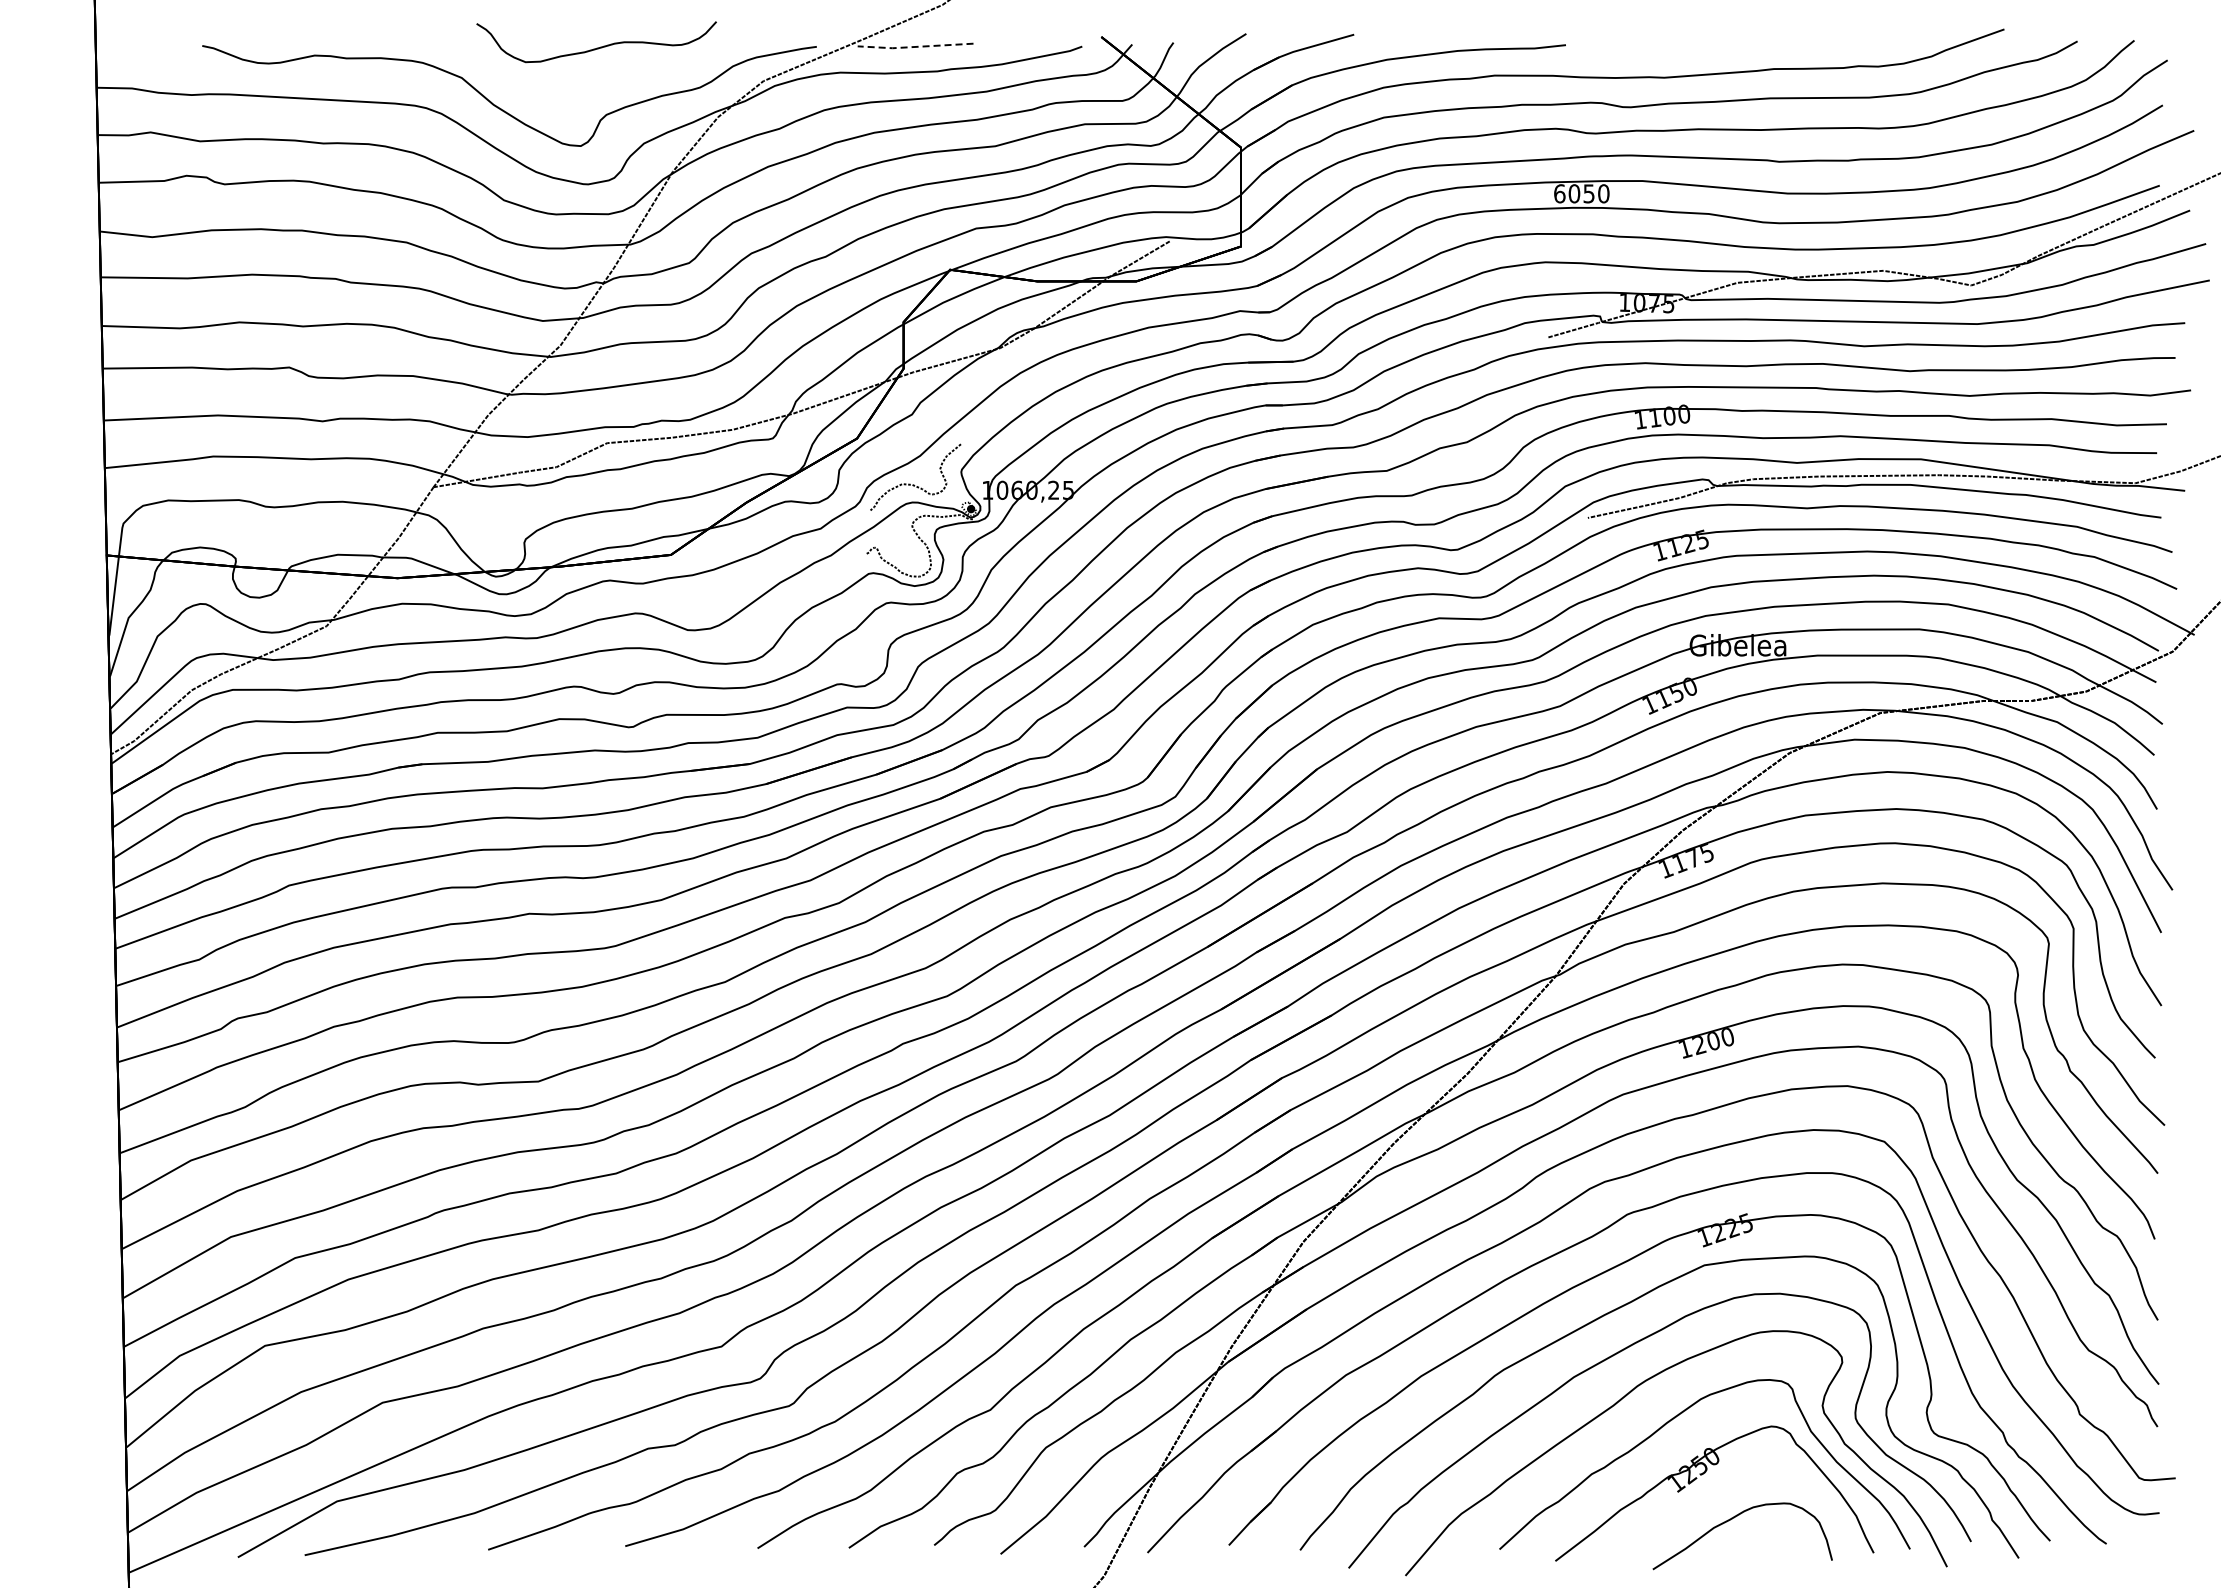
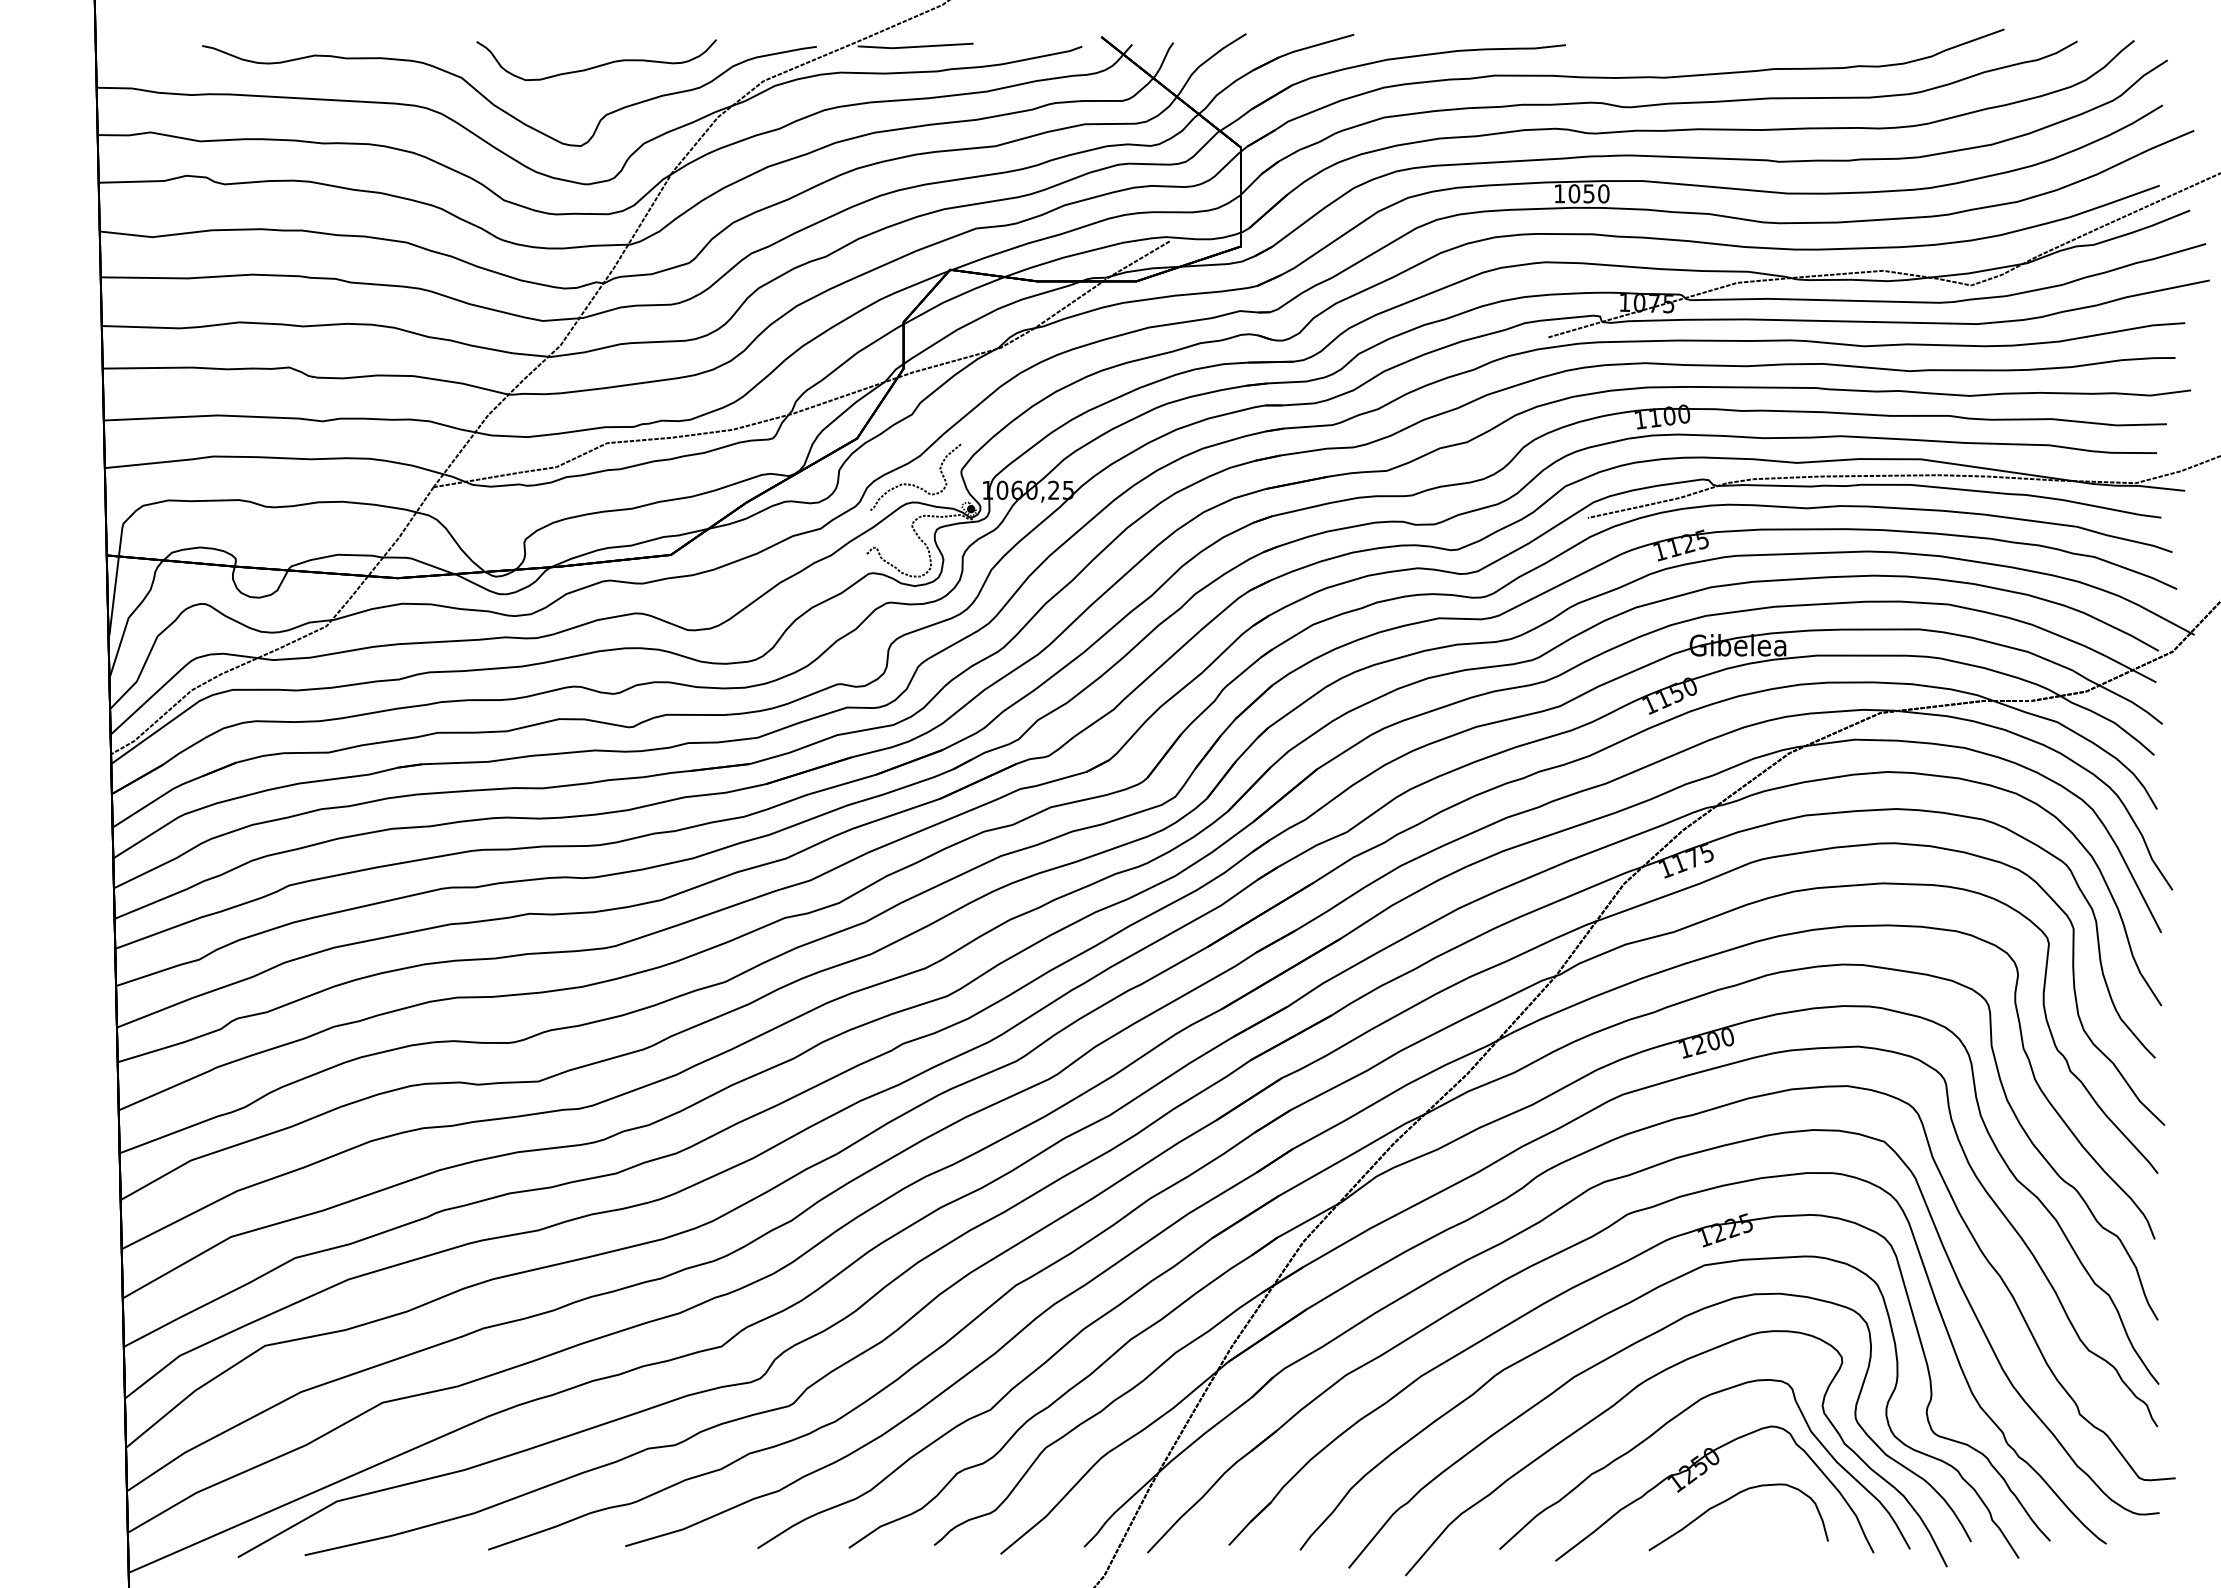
line at (915, 46): dashed -> solid
curve at (597, 47) position: (597, 47) -> (597, 65)
text at (1559, 193): 6050 -> 1050
curve at (1734, 1518) position: (1734, 1518) -> (1730, 1499)
